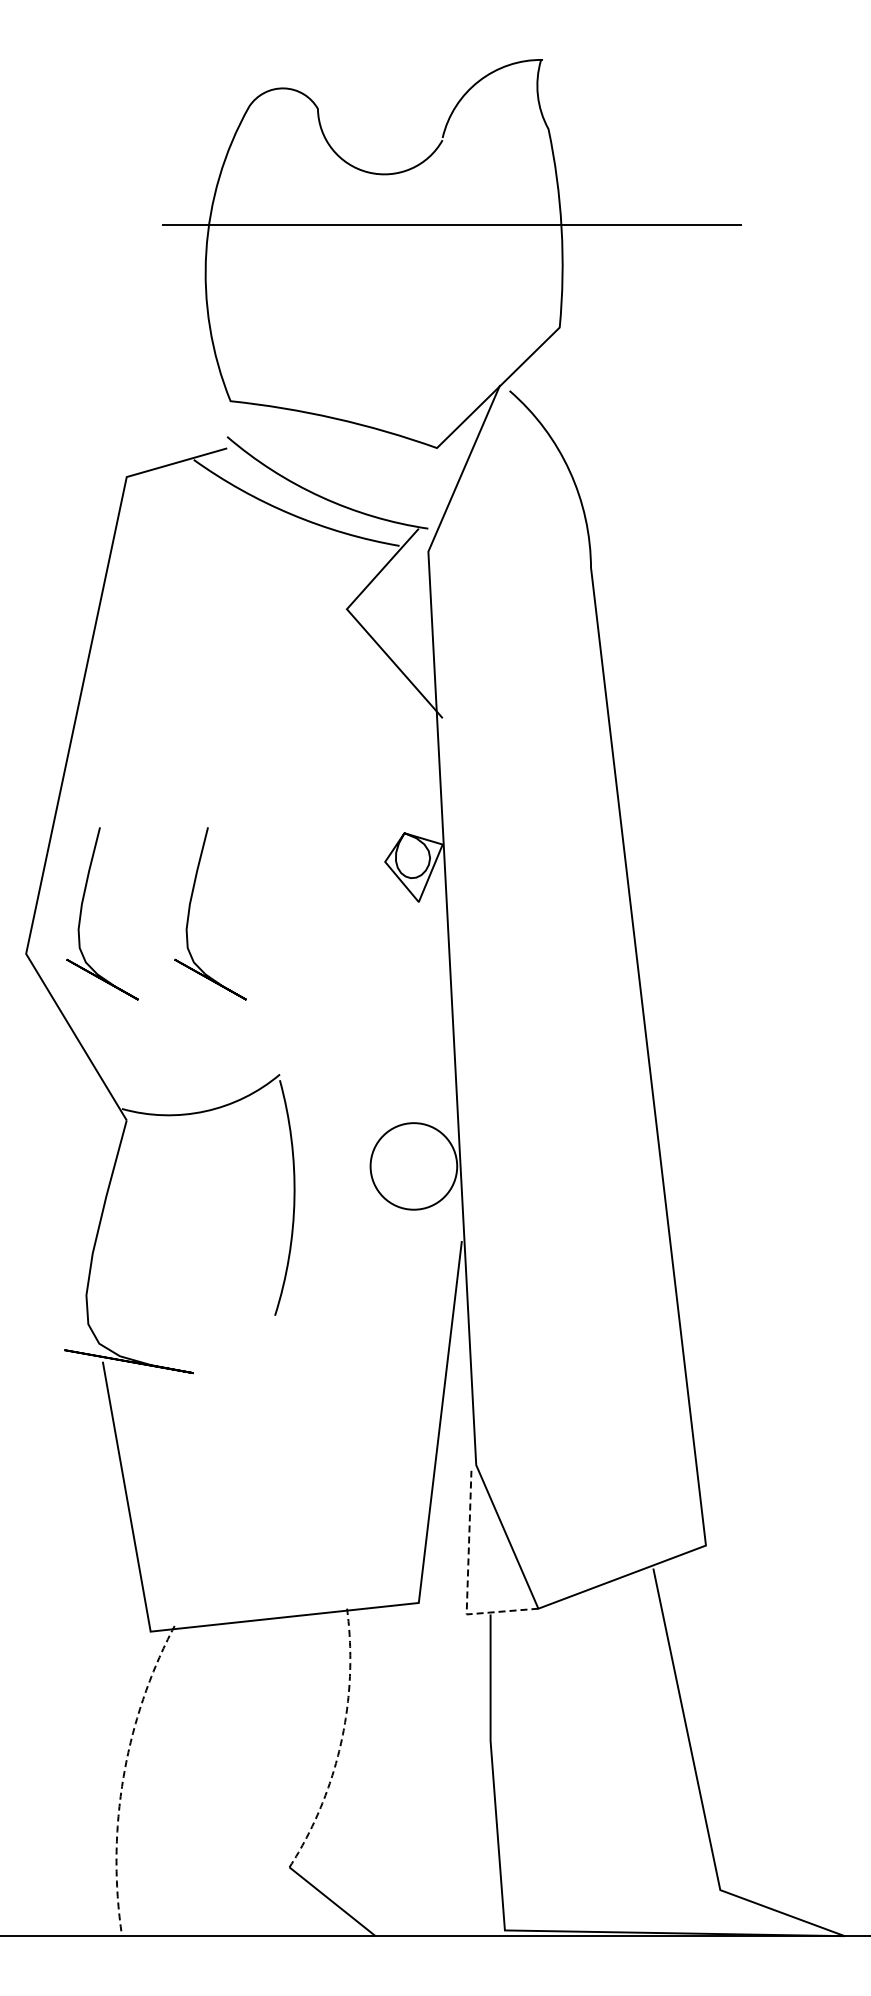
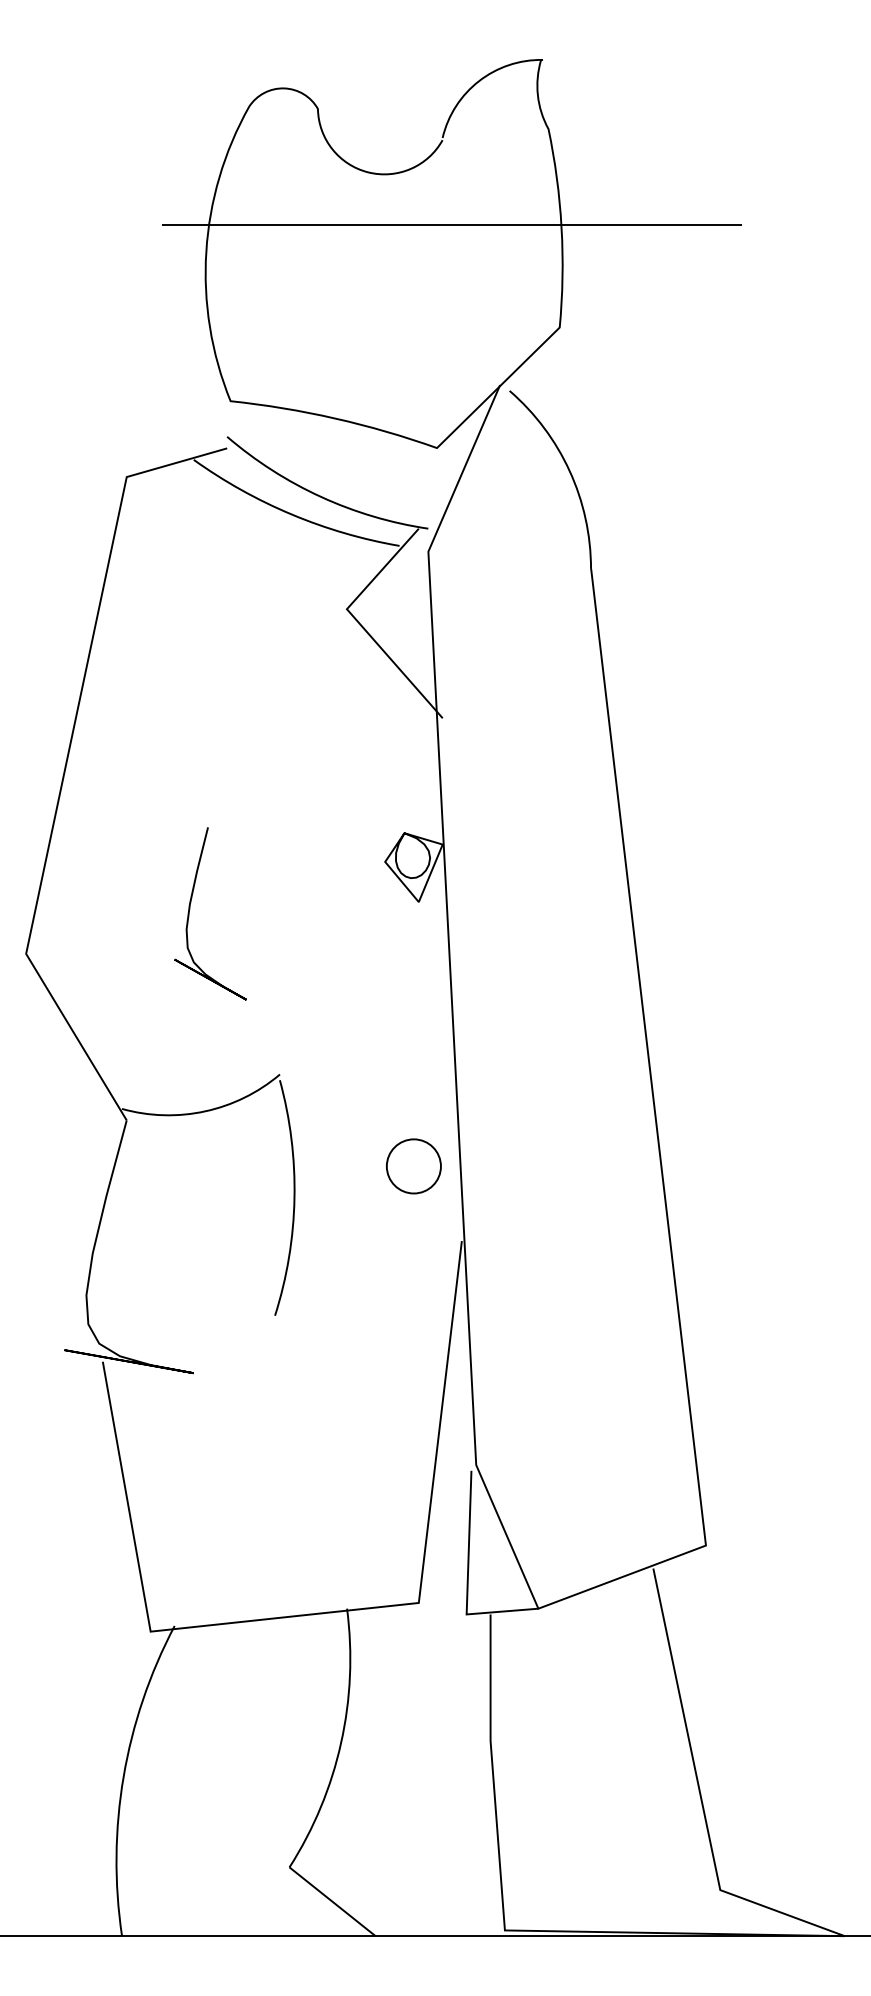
curve at (82, 909): present -> none
circle at (413, 1166) diameter: 87 px -> 54 px
line at (467, 1578): dashed -> solid
arc at (341, 1743): dashed -> solid
arc at (123, 1776): dashed -> solid
